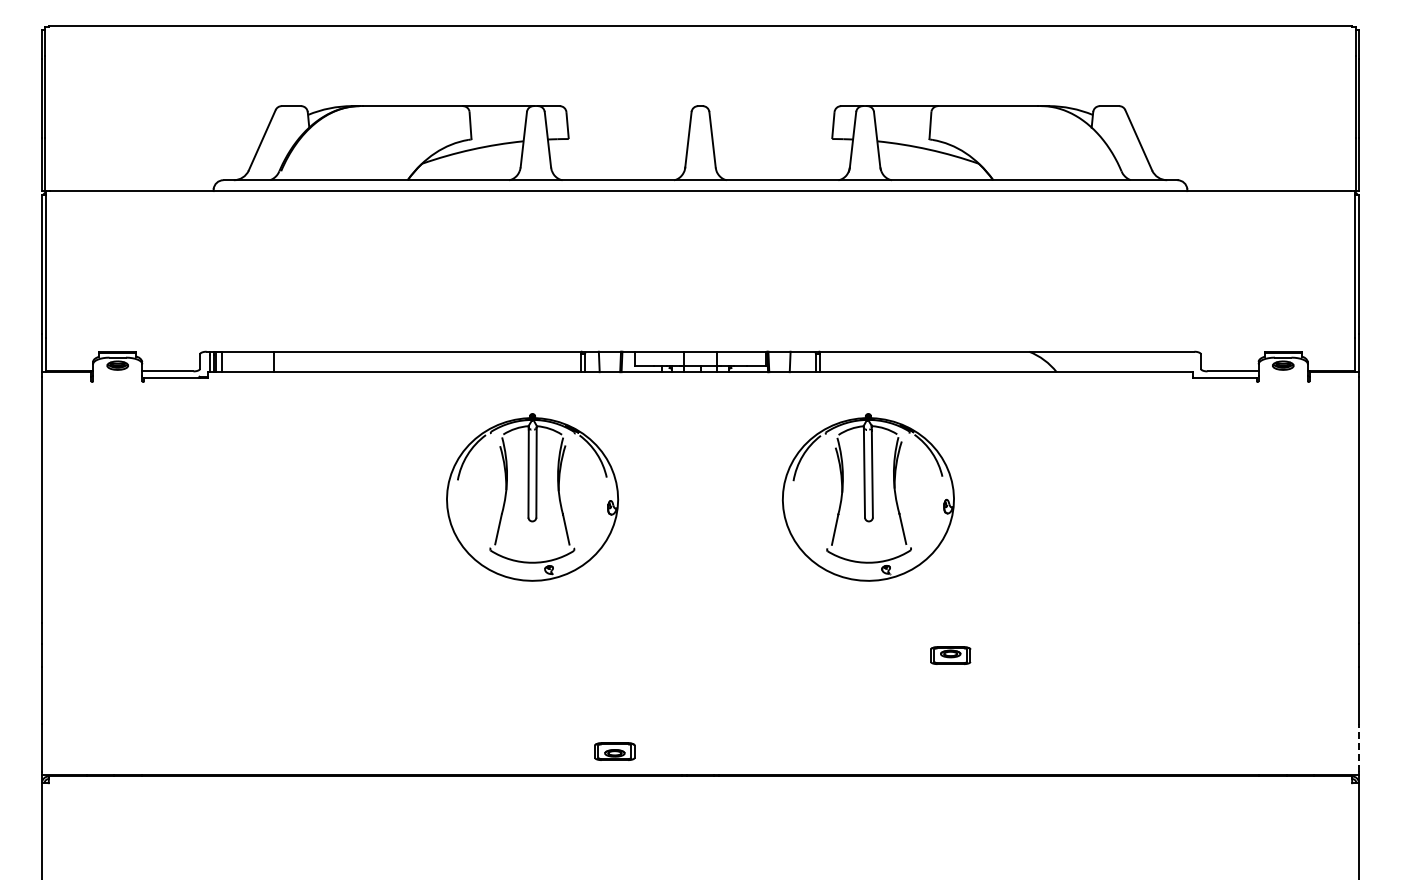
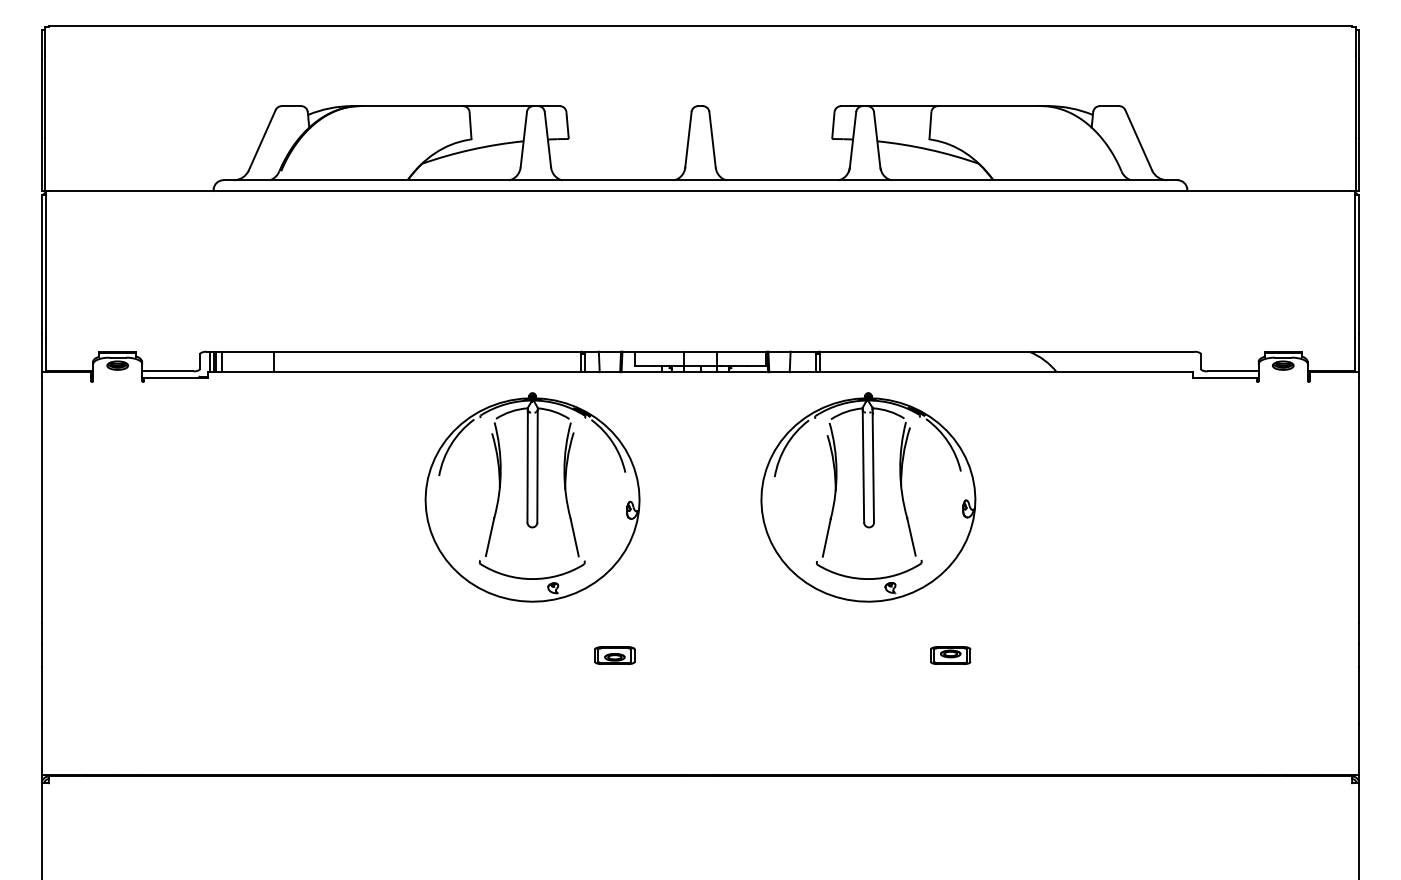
part at (532, 497) size: 174x169 px -> 217x211 px
part at (868, 497) size: 173x169 px -> 217x211 px
line at (1358, 747): dashed -> solid
part at (614, 751) position: (614, 751) -> (614, 655)
